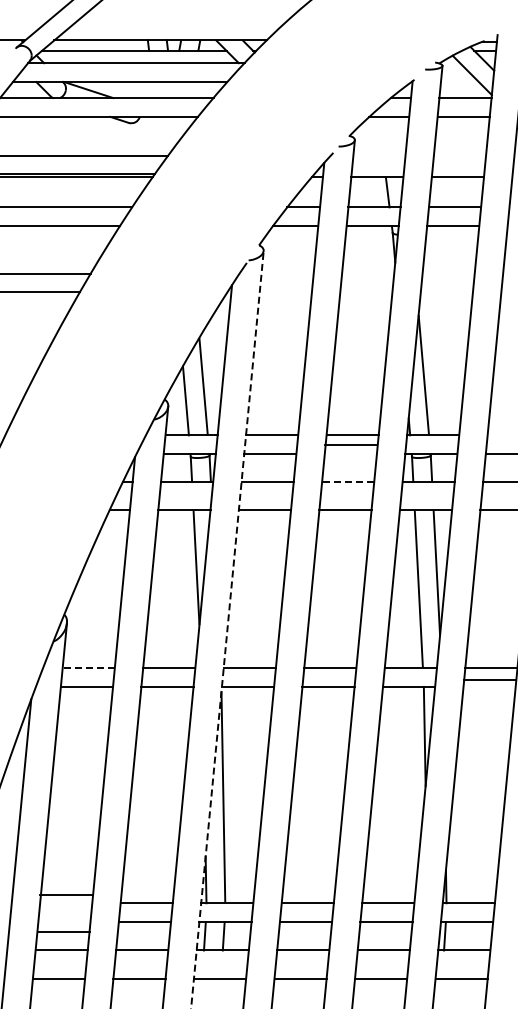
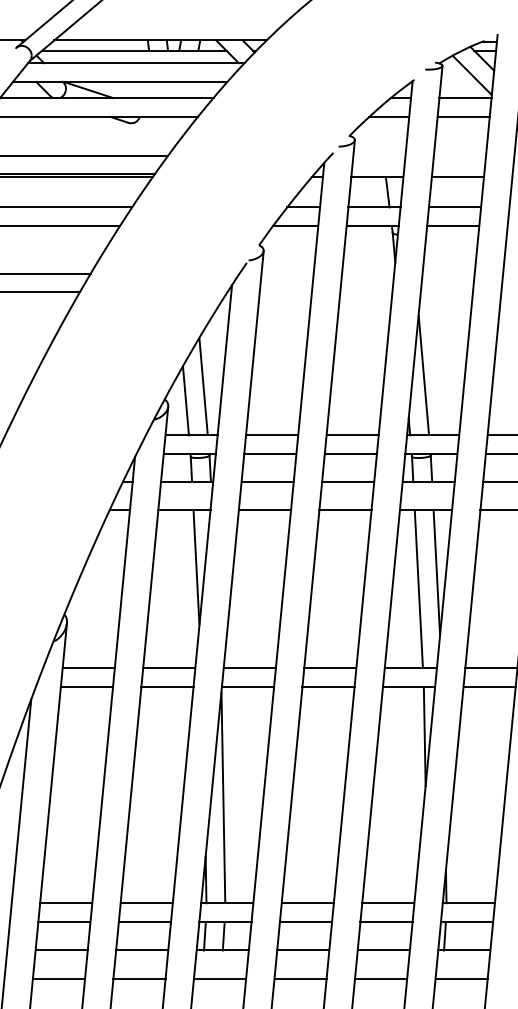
line at (500, 435): none -> present
line at (350, 445) position: (350, 445) -> (350, 454)
line at (347, 481): dashed -> solid
line at (227, 629): dashed -> solid
line at (88, 668): dashed -> solid
line at (488, 679) position: (488, 679) -> (488, 686)
line at (66, 895) position: (66, 895) -> (66, 903)
line at (64, 932) position: (64, 932) -> (64, 922)
